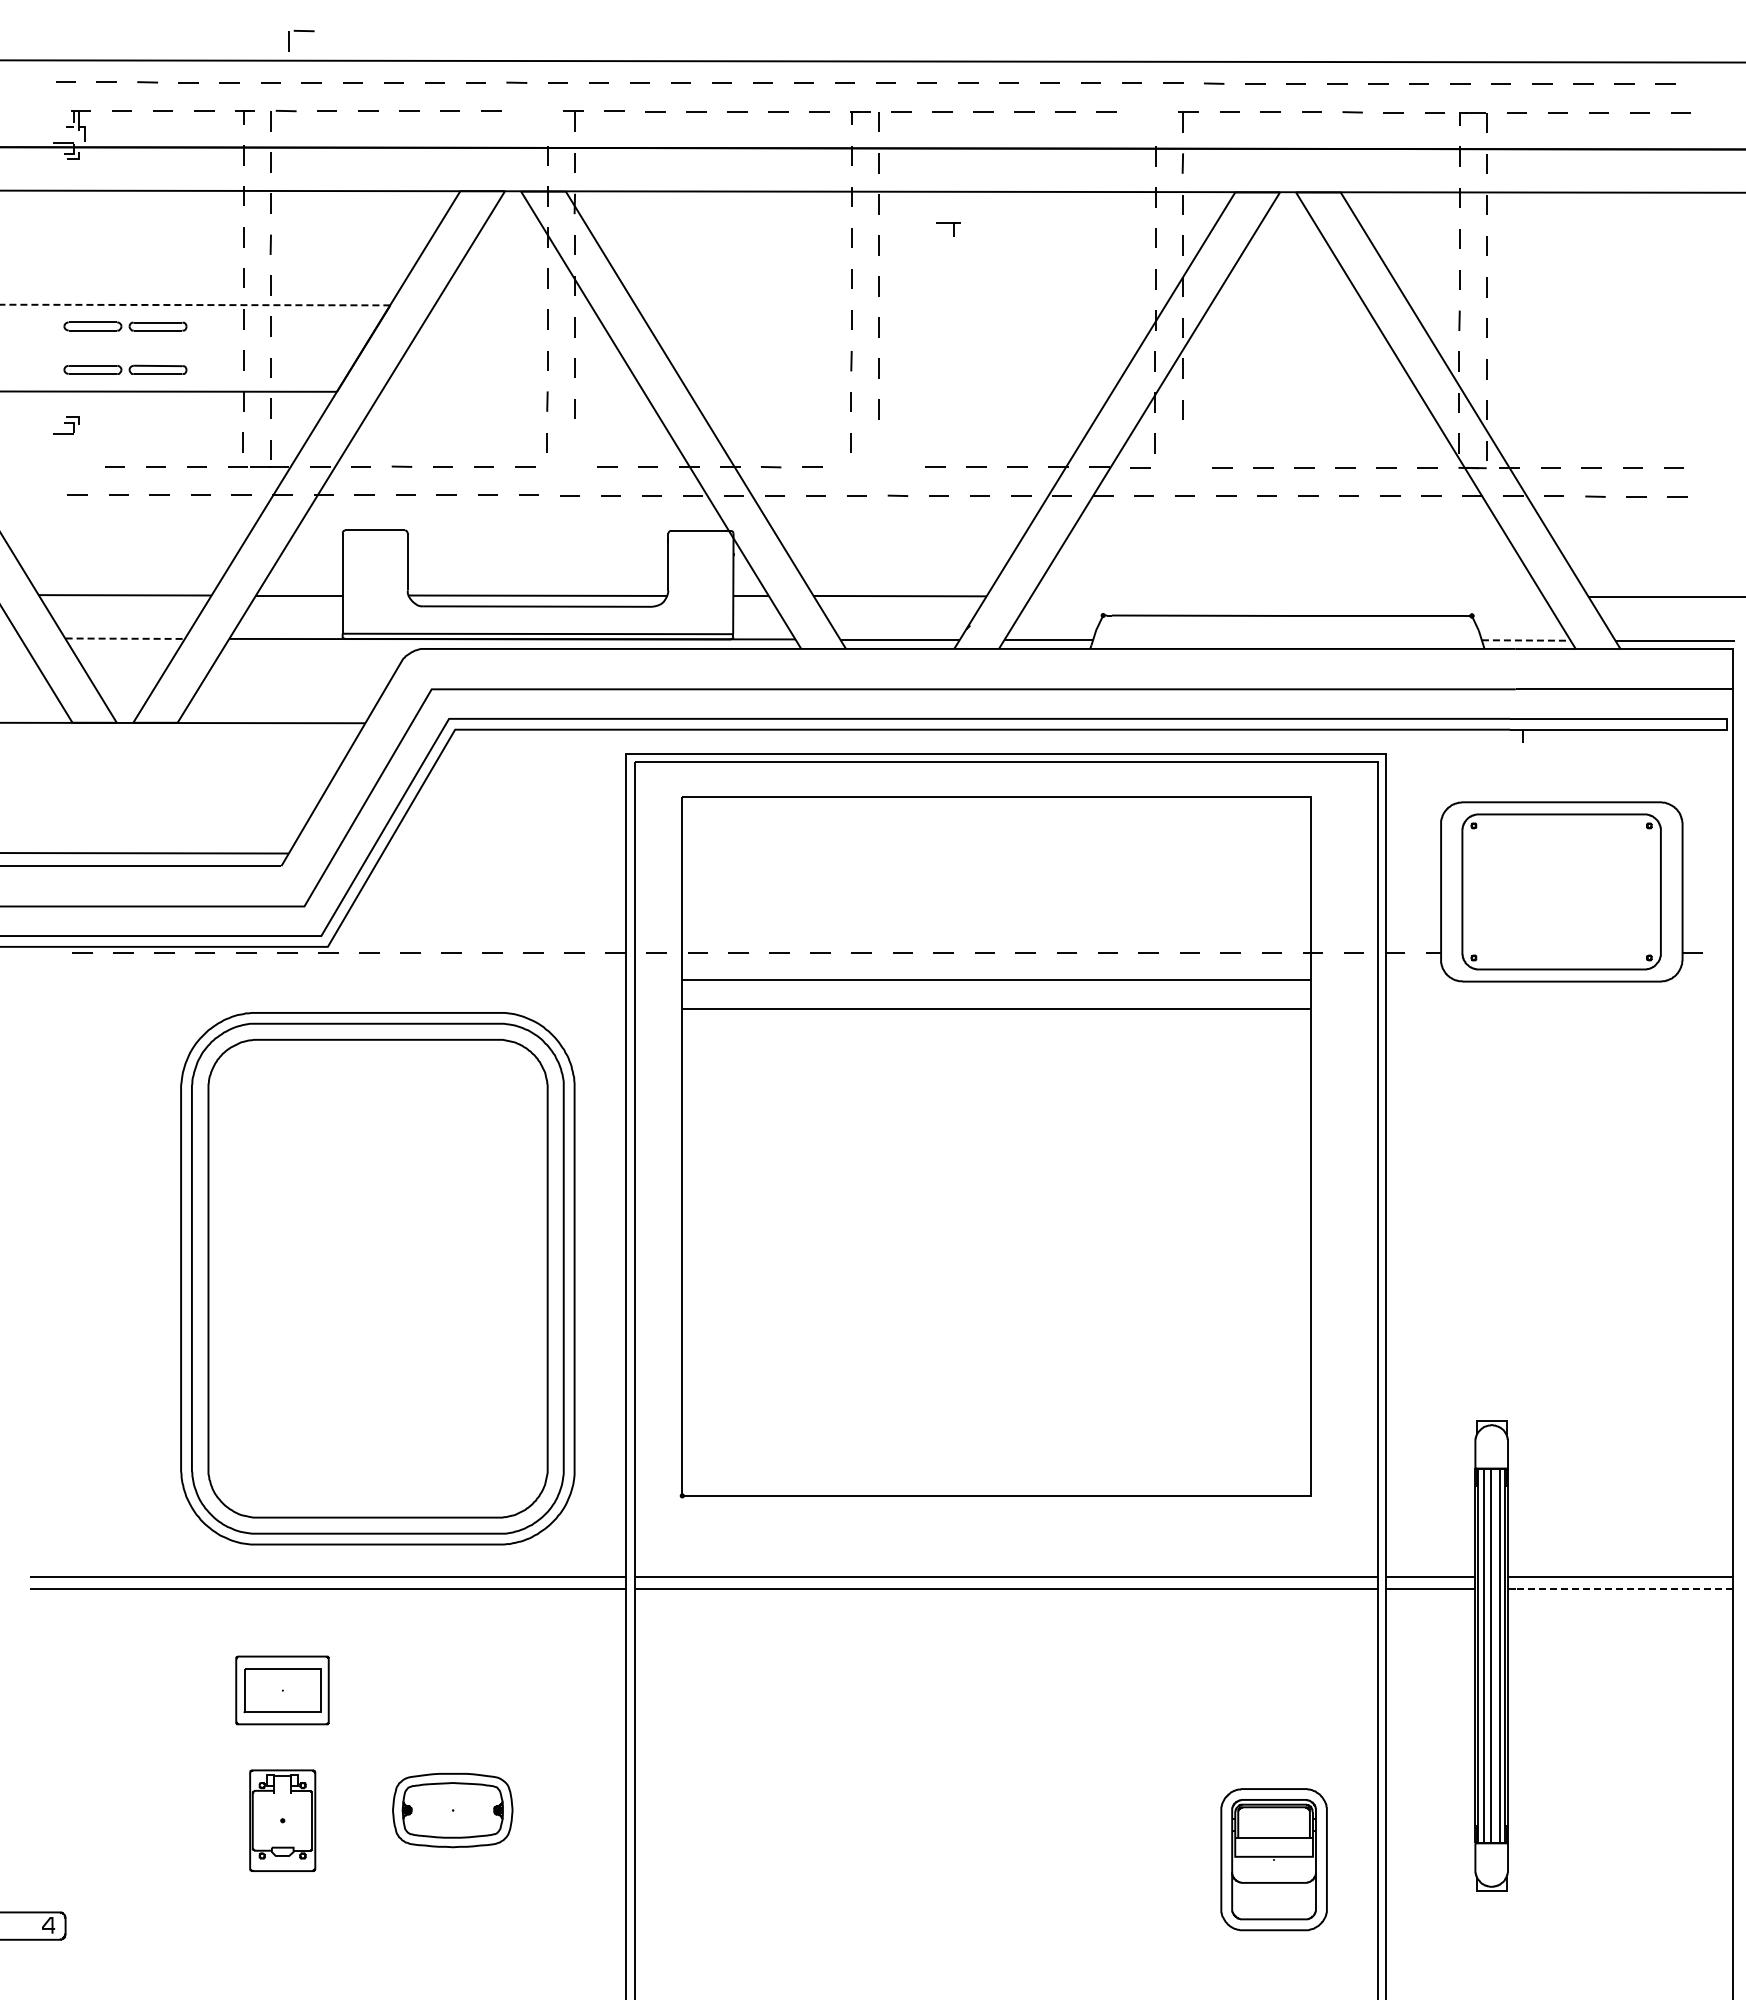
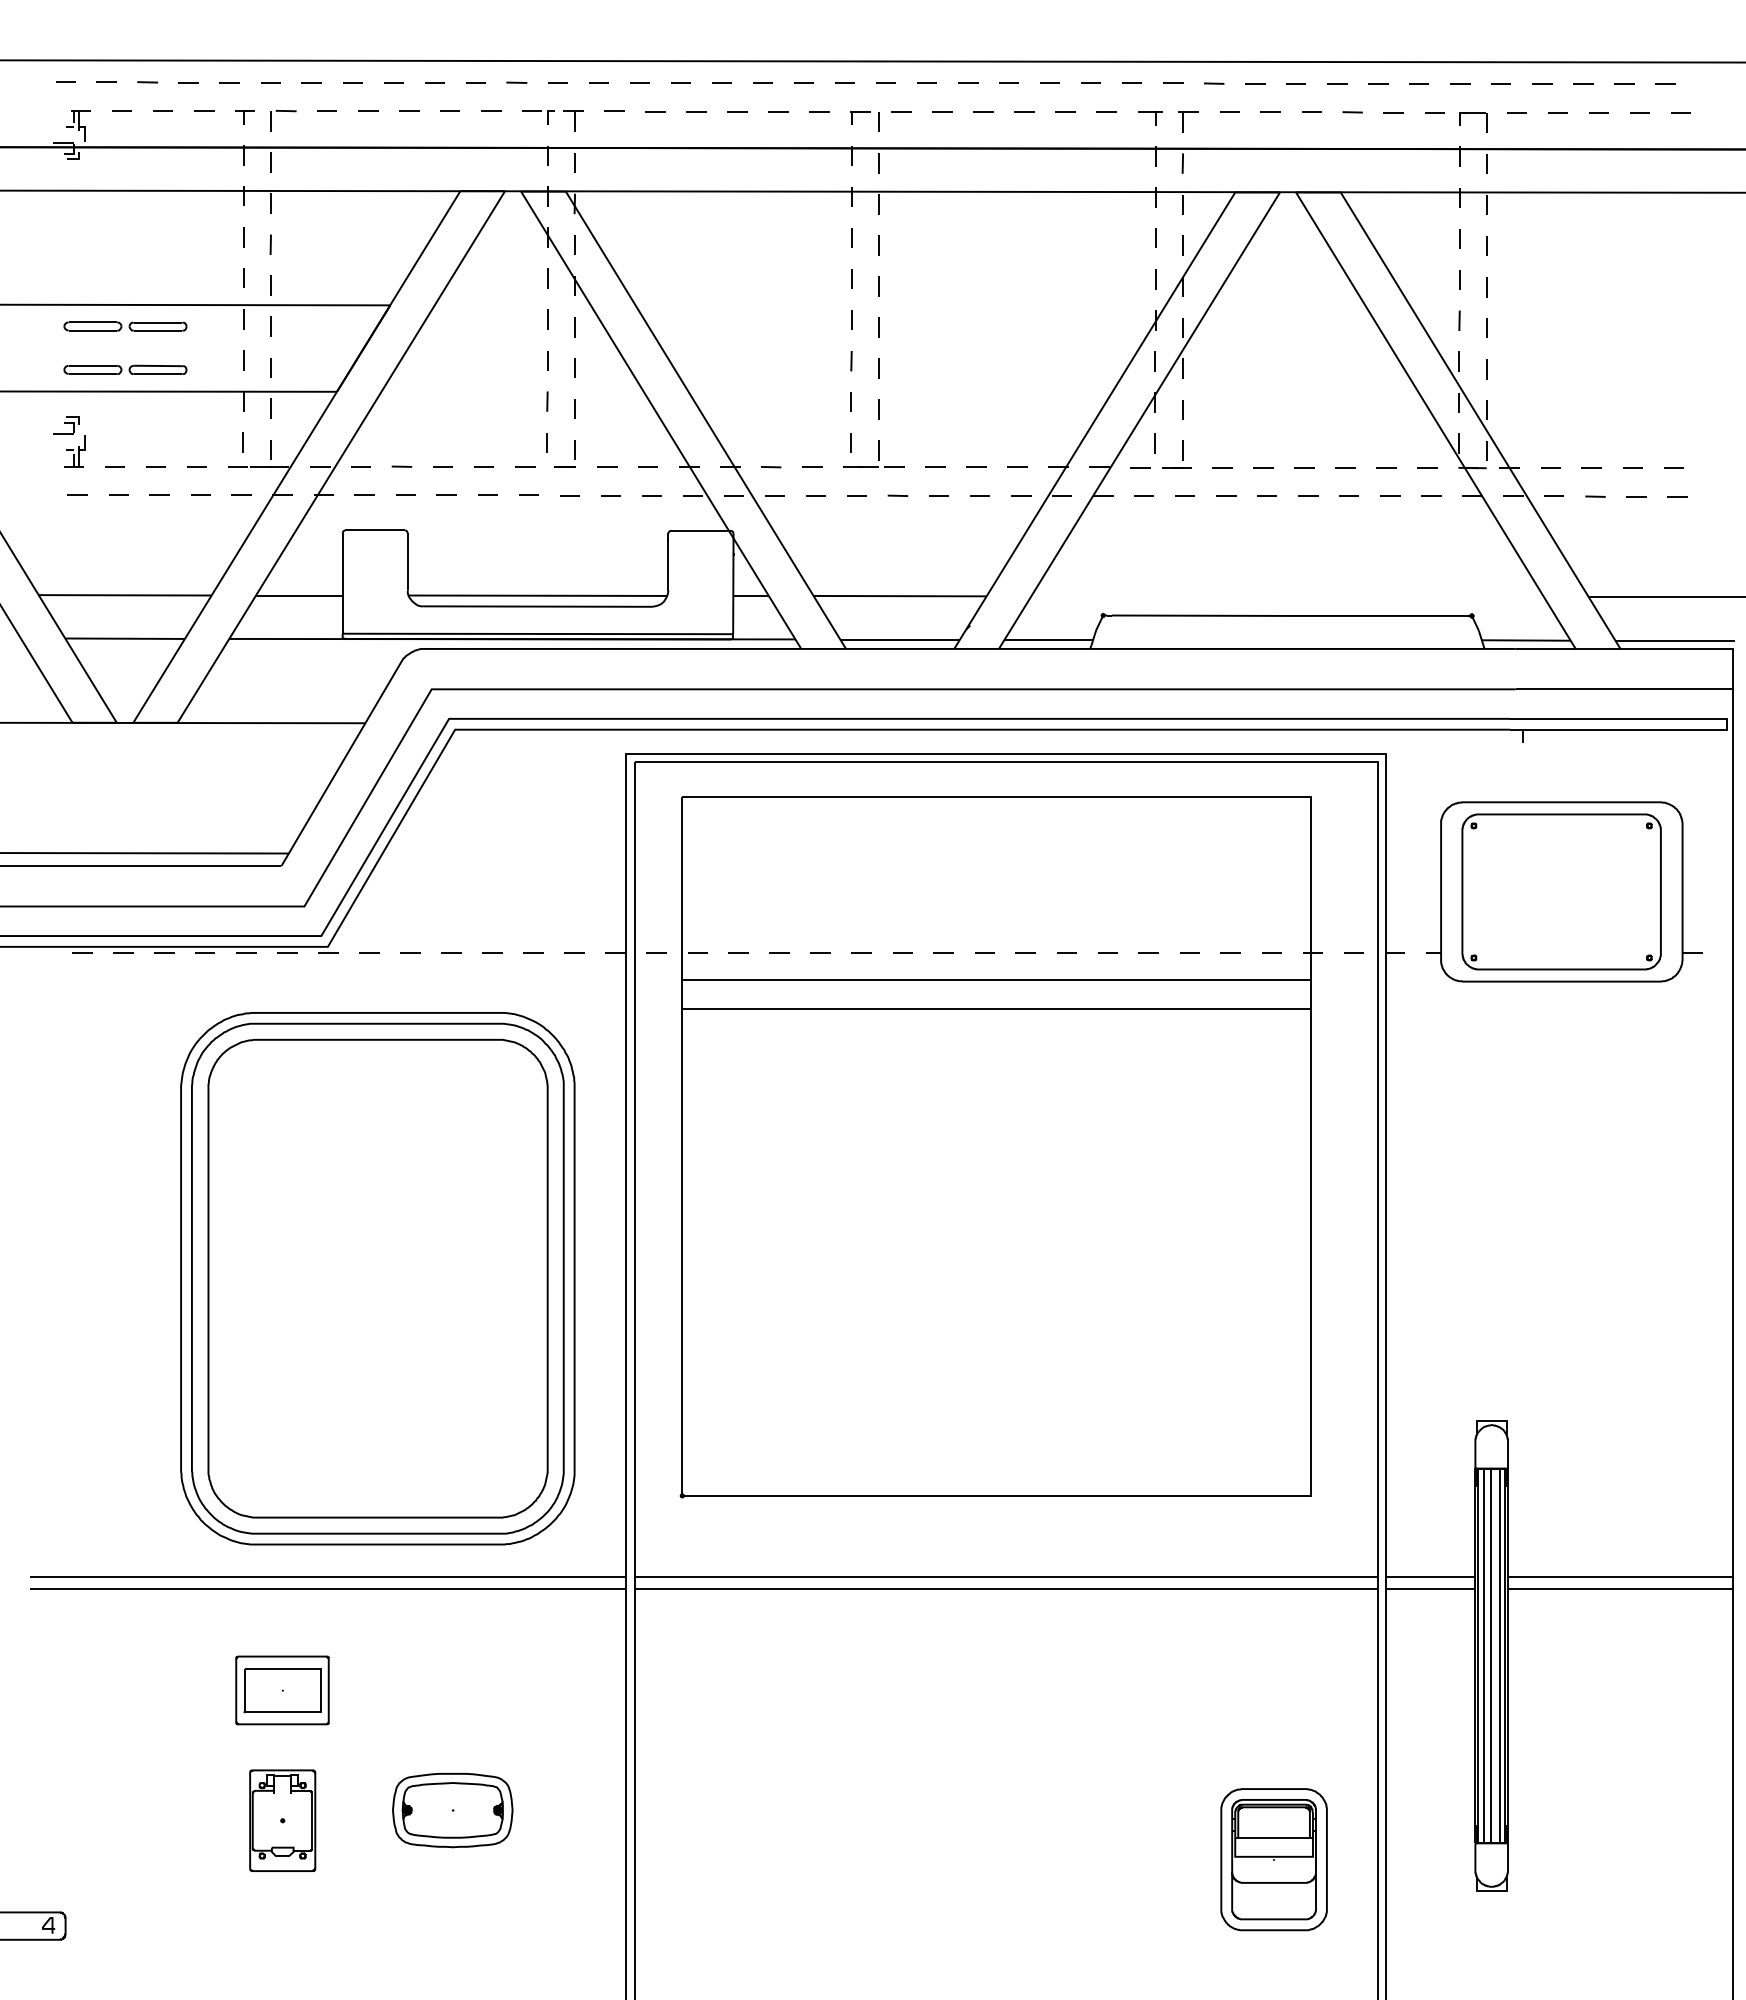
part at (301, 31): present -> none
part at (538, 117): none -> present
part at (948, 229) position: (948, 229) -> (1150, 118)
line at (195, 305): dashed -> solid
part at (74, 451): none -> present
part at (574, 453): none -> present
part at (873, 453): none -> present
part at (1176, 454): none -> present
line at (125, 638): dashed -> solid
line at (1526, 640): dashed -> solid
line at (1624, 1588): dashed -> solid
